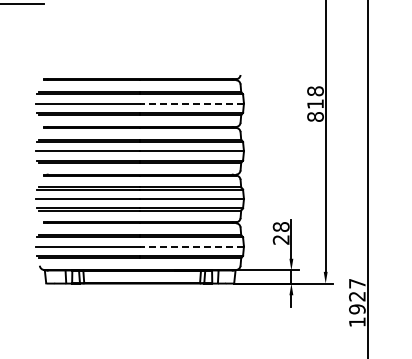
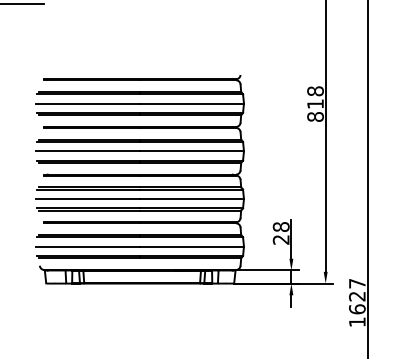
line at (192, 103): dashed -> solid
line at (192, 246): dashed -> solid
text at (357, 309): 1927 -> 1627
